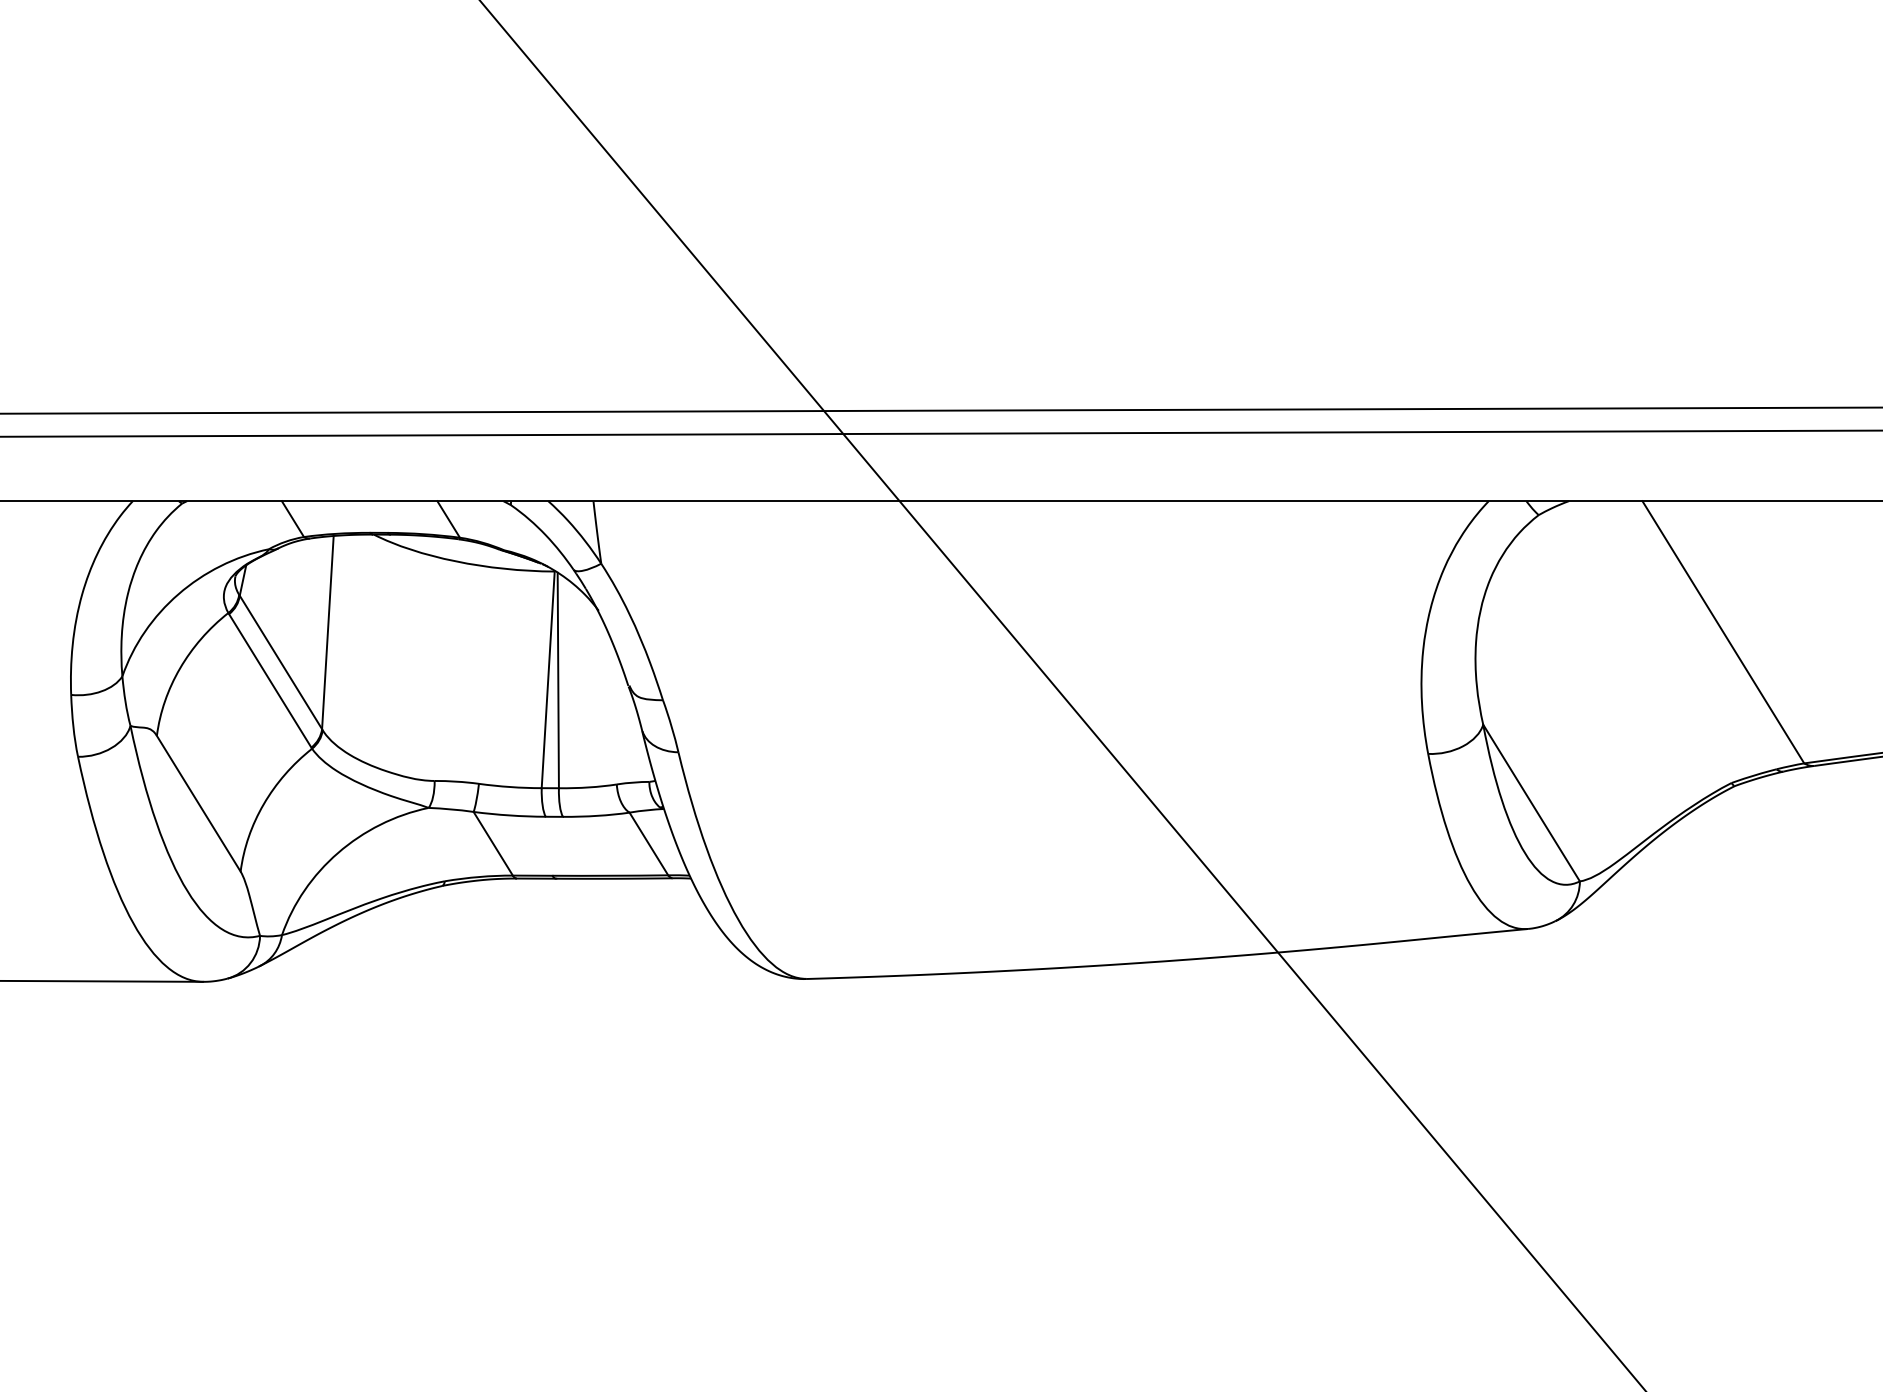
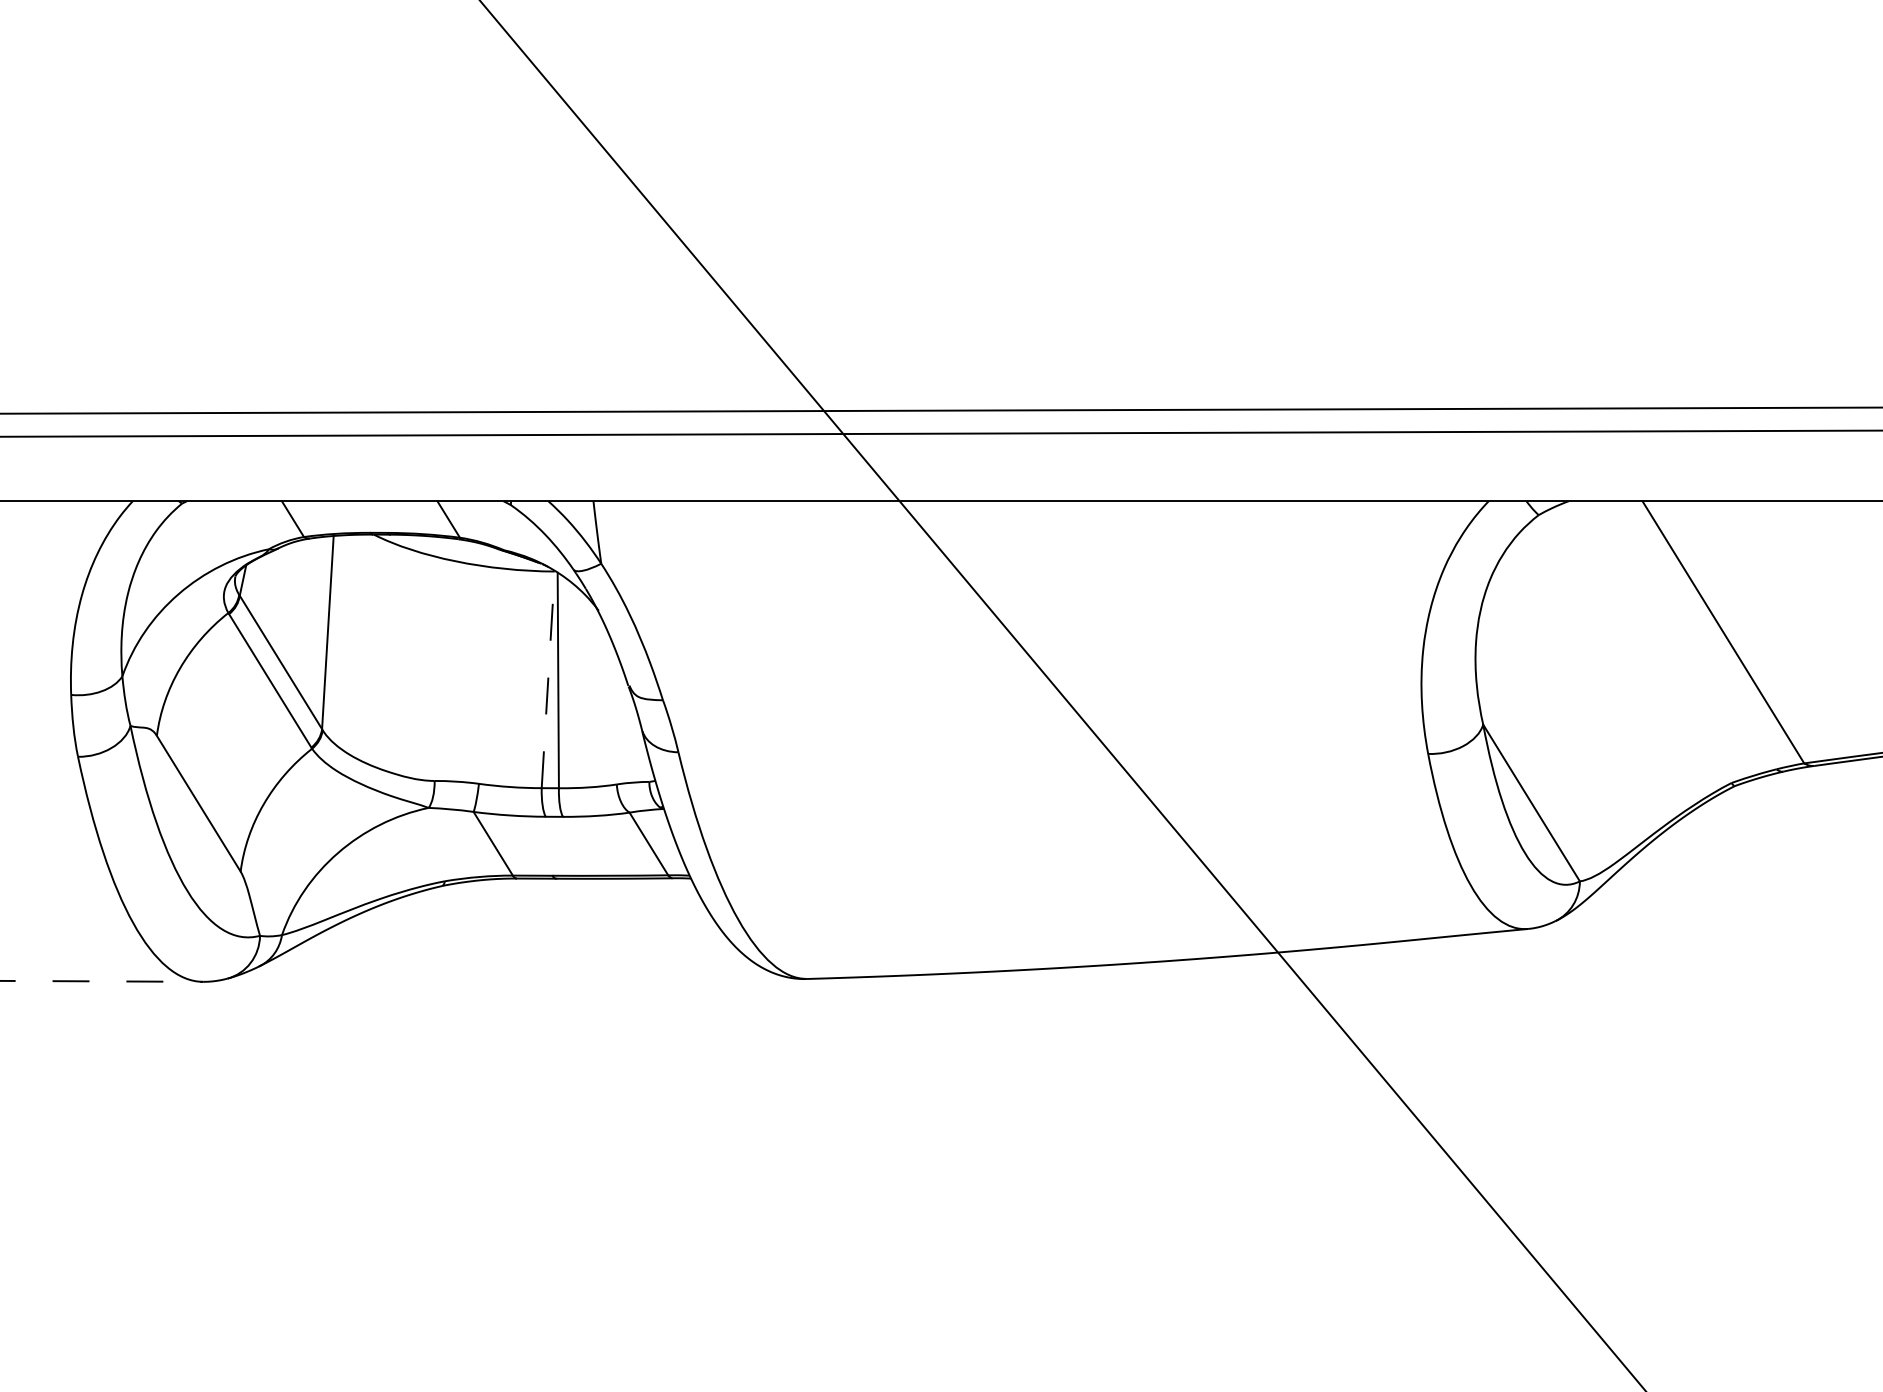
line at (548, 679): solid -> dashed
line at (102, 981): solid -> dashed
